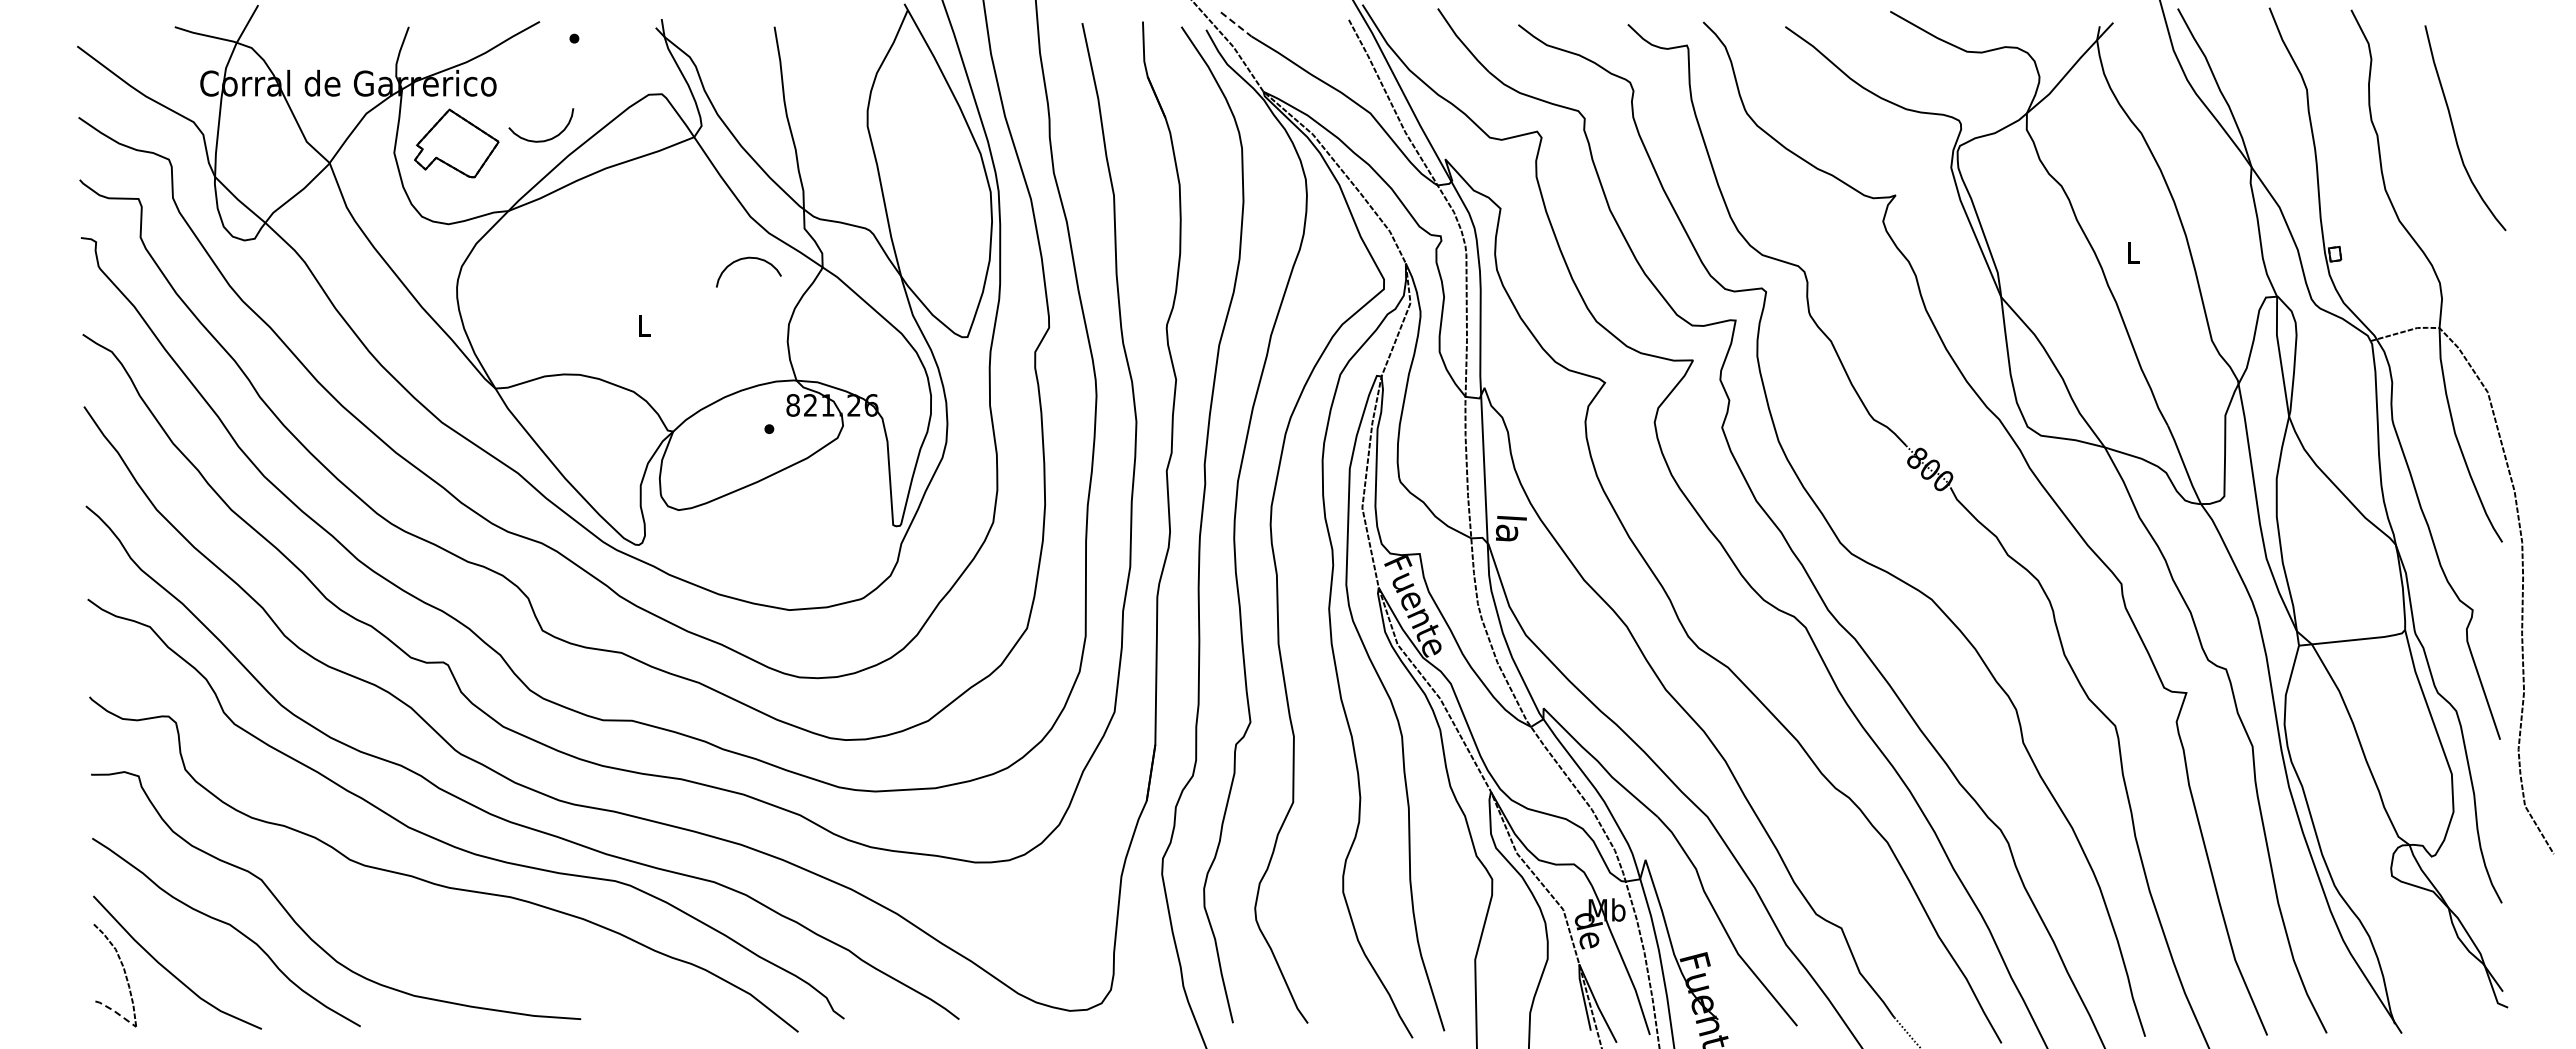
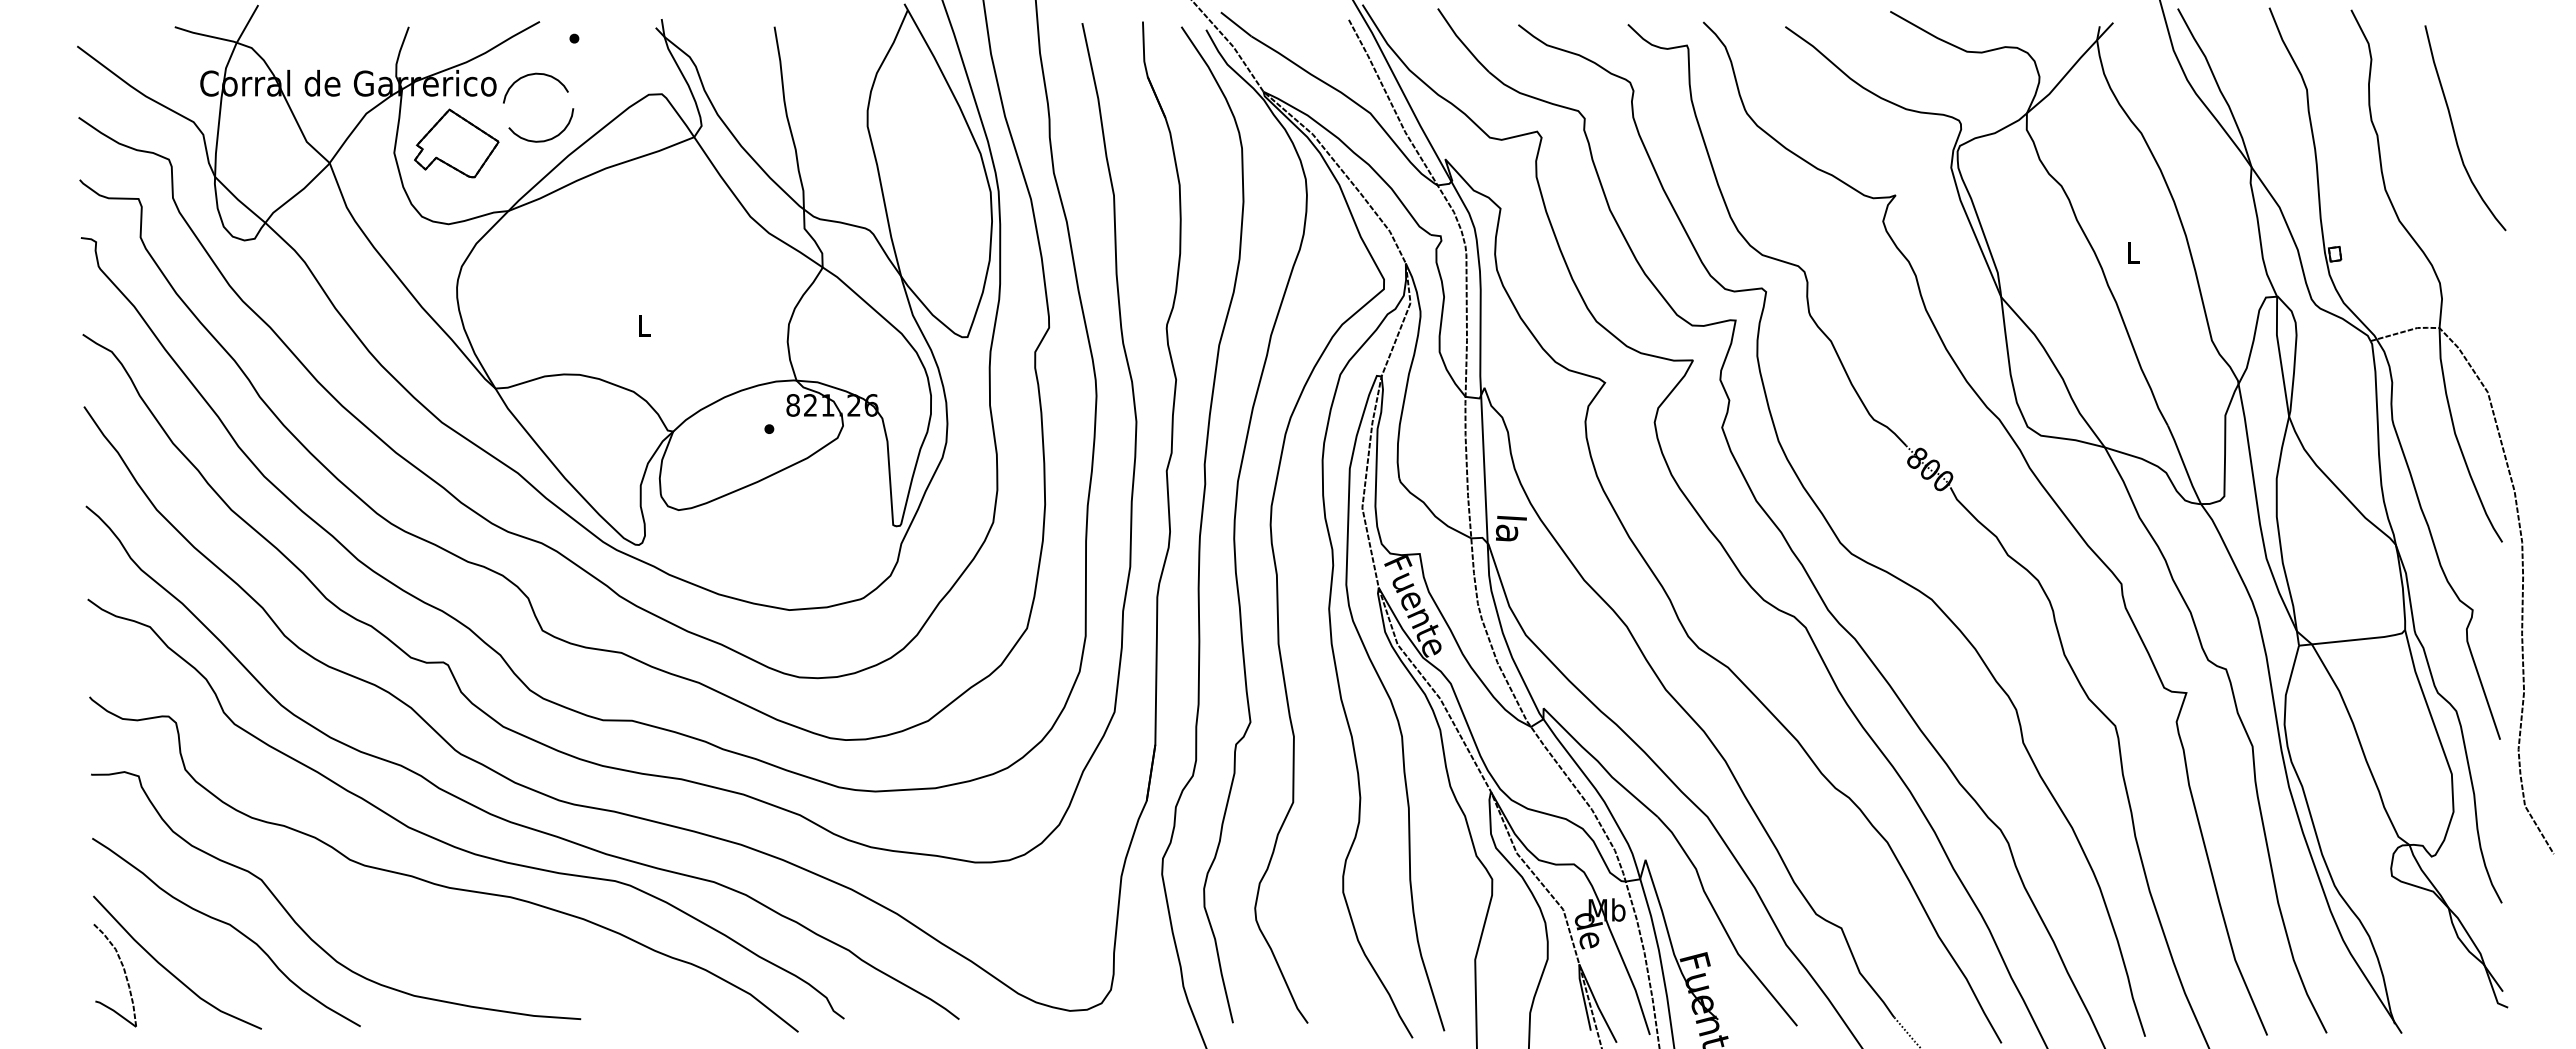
line at (1236, 24): dashed -> solid
curve at (745, 259) position: (745, 259) -> (532, 75)
line at (115, 1012): dashed -> solid
